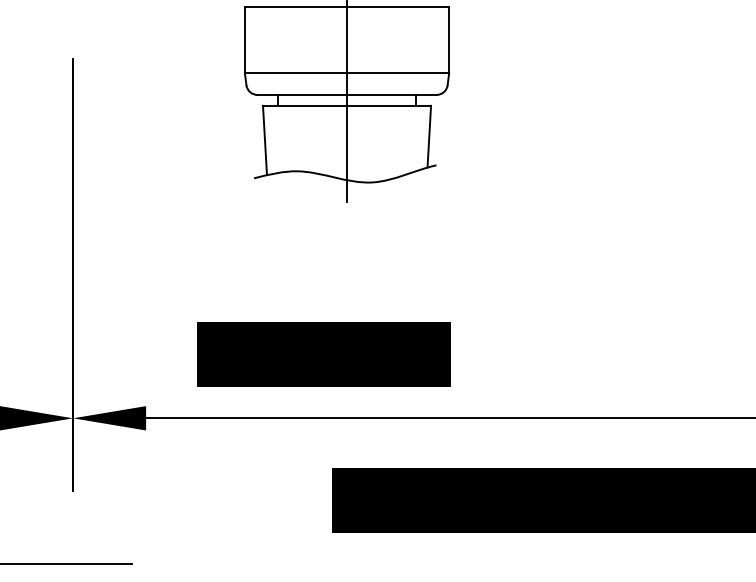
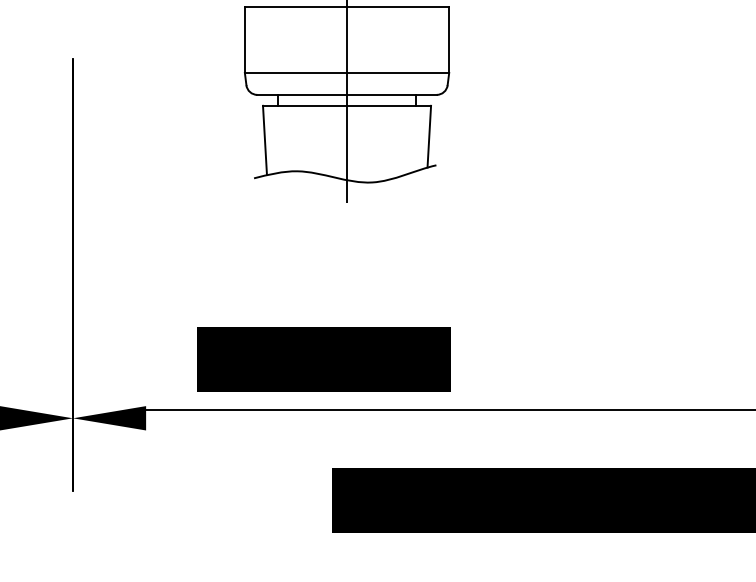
text at (323, 354) position: (323, 354) -> (323, 359)
line at (449, 418) position: (449, 418) -> (449, 410)
line at (67, 564): present -> none
